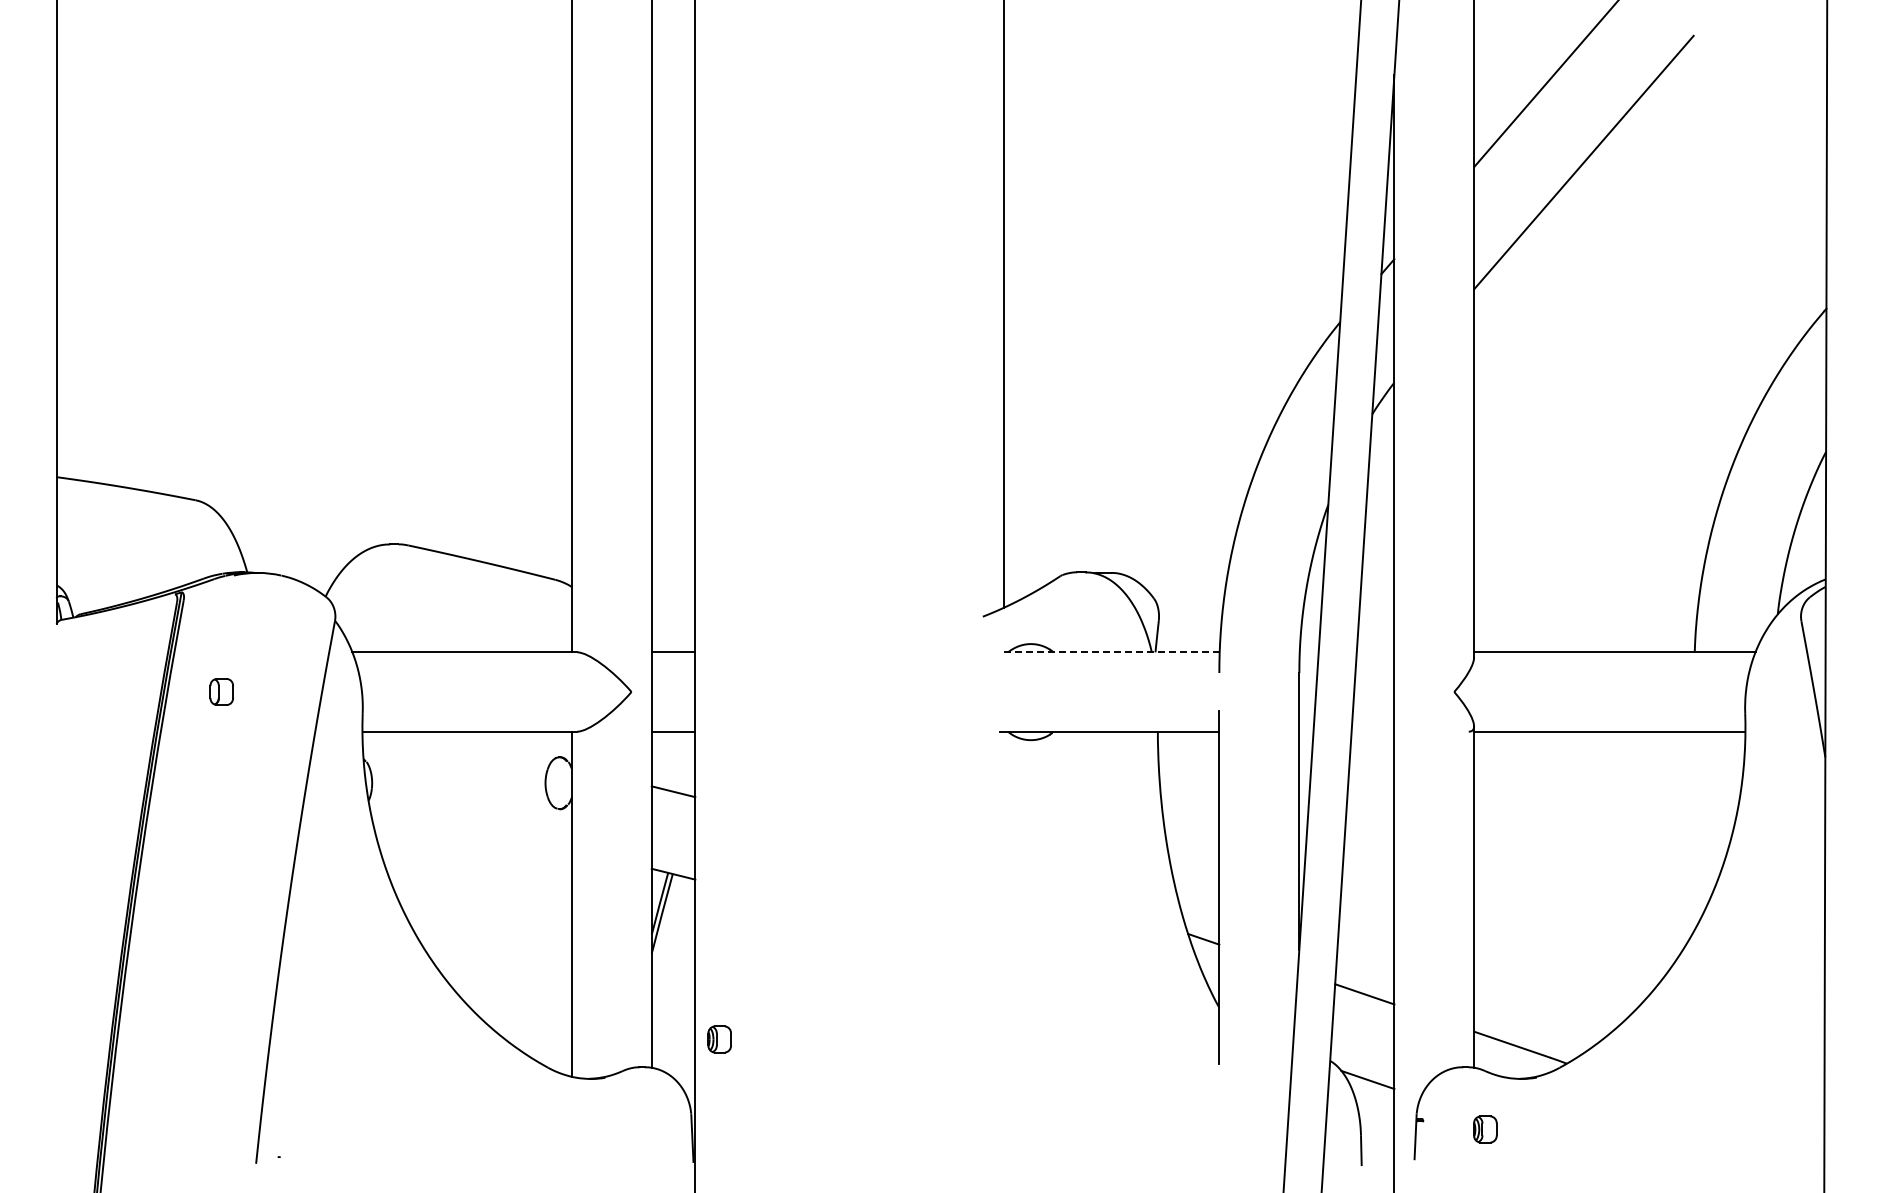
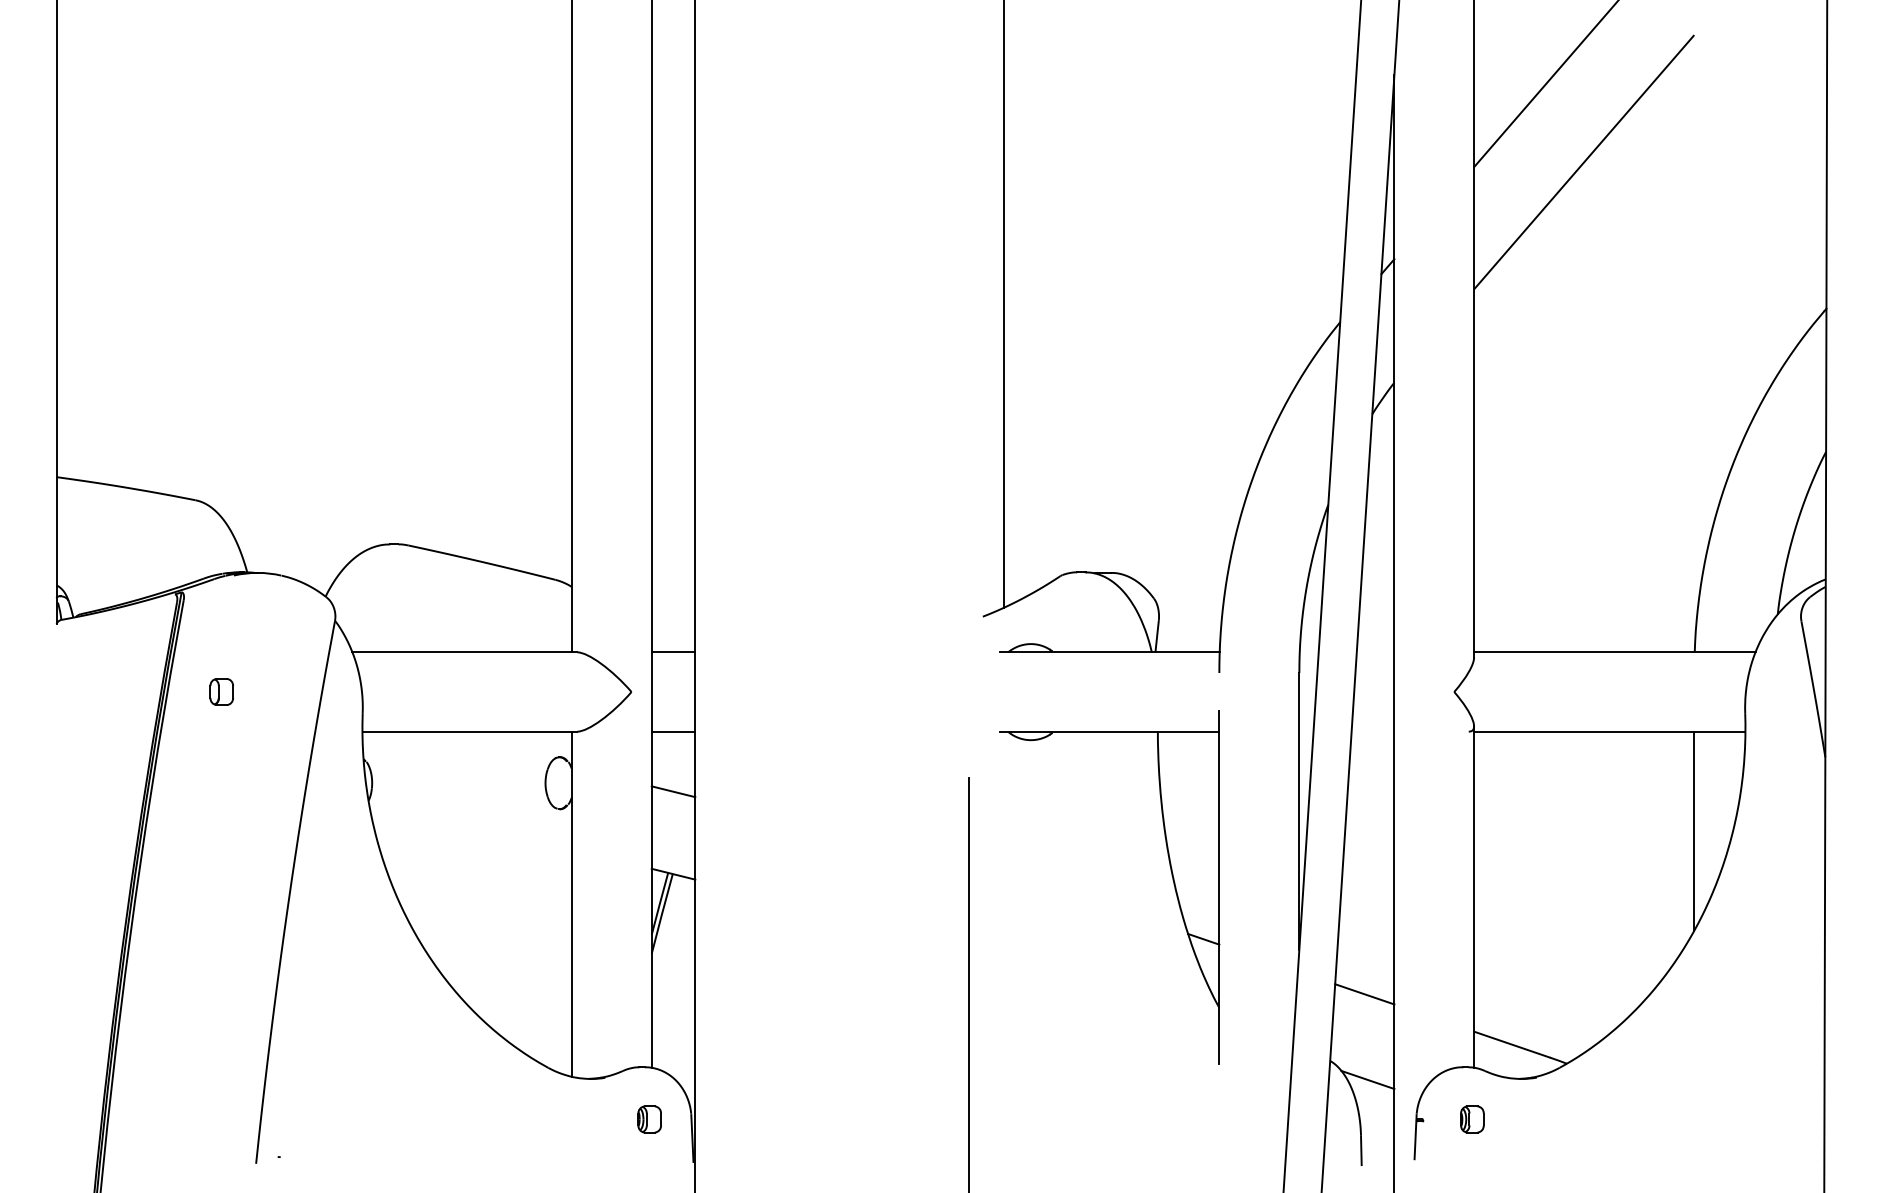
line at (1109, 652): dashed -> solid
line at (1694, 830): none -> present
line at (968, 983): none -> present
part at (719, 1039) position: (719, 1039) -> (649, 1119)
part at (1485, 1129) position: (1485, 1129) -> (1472, 1119)
